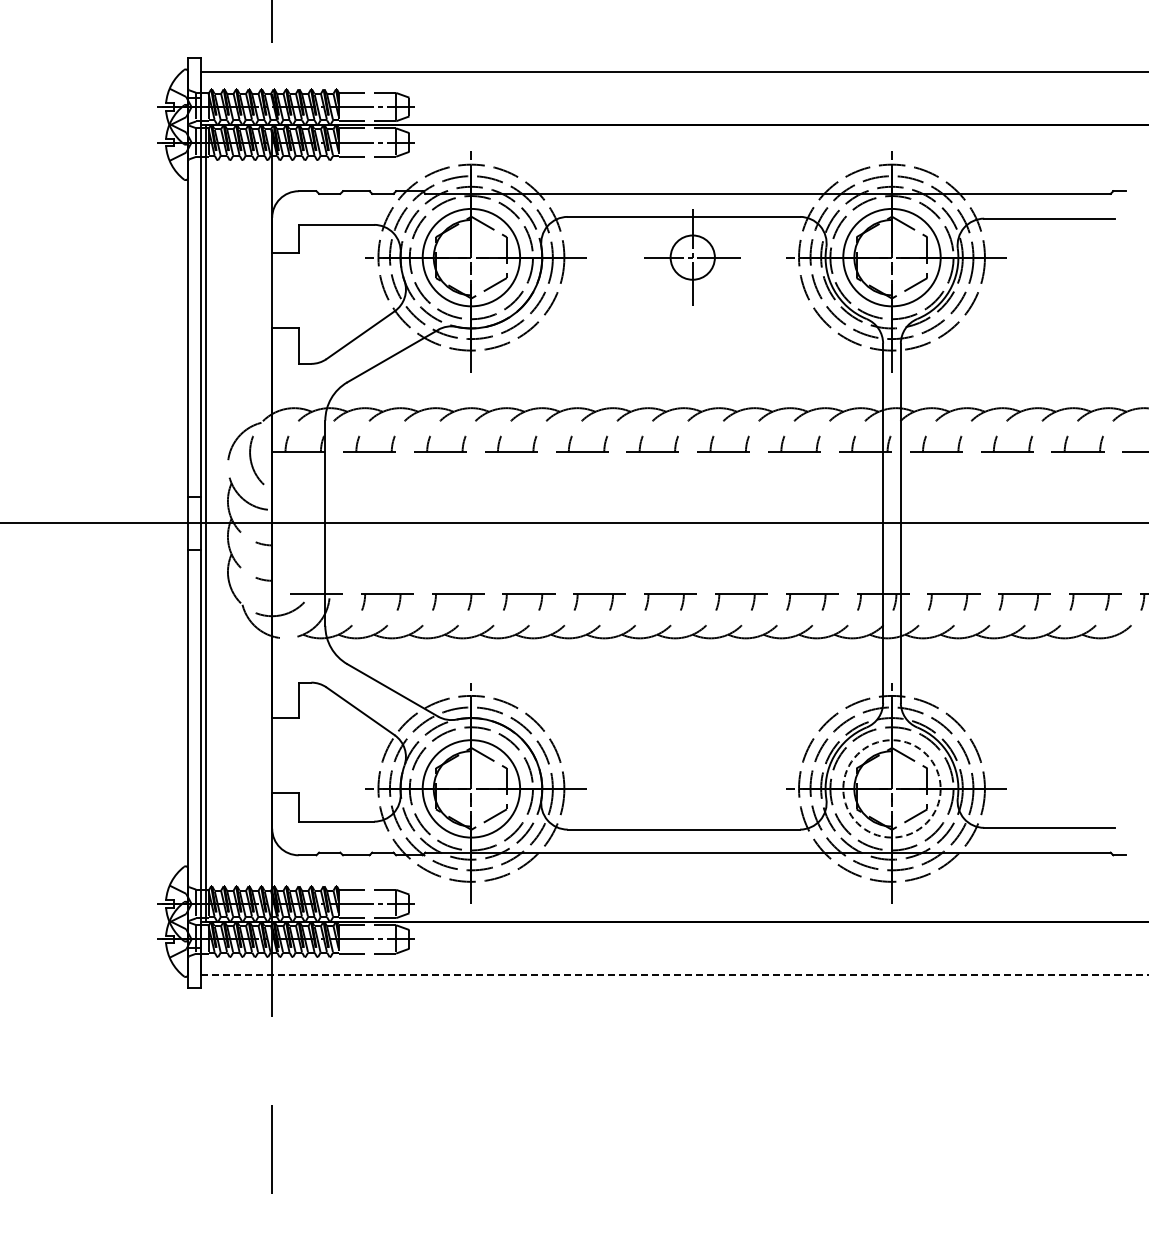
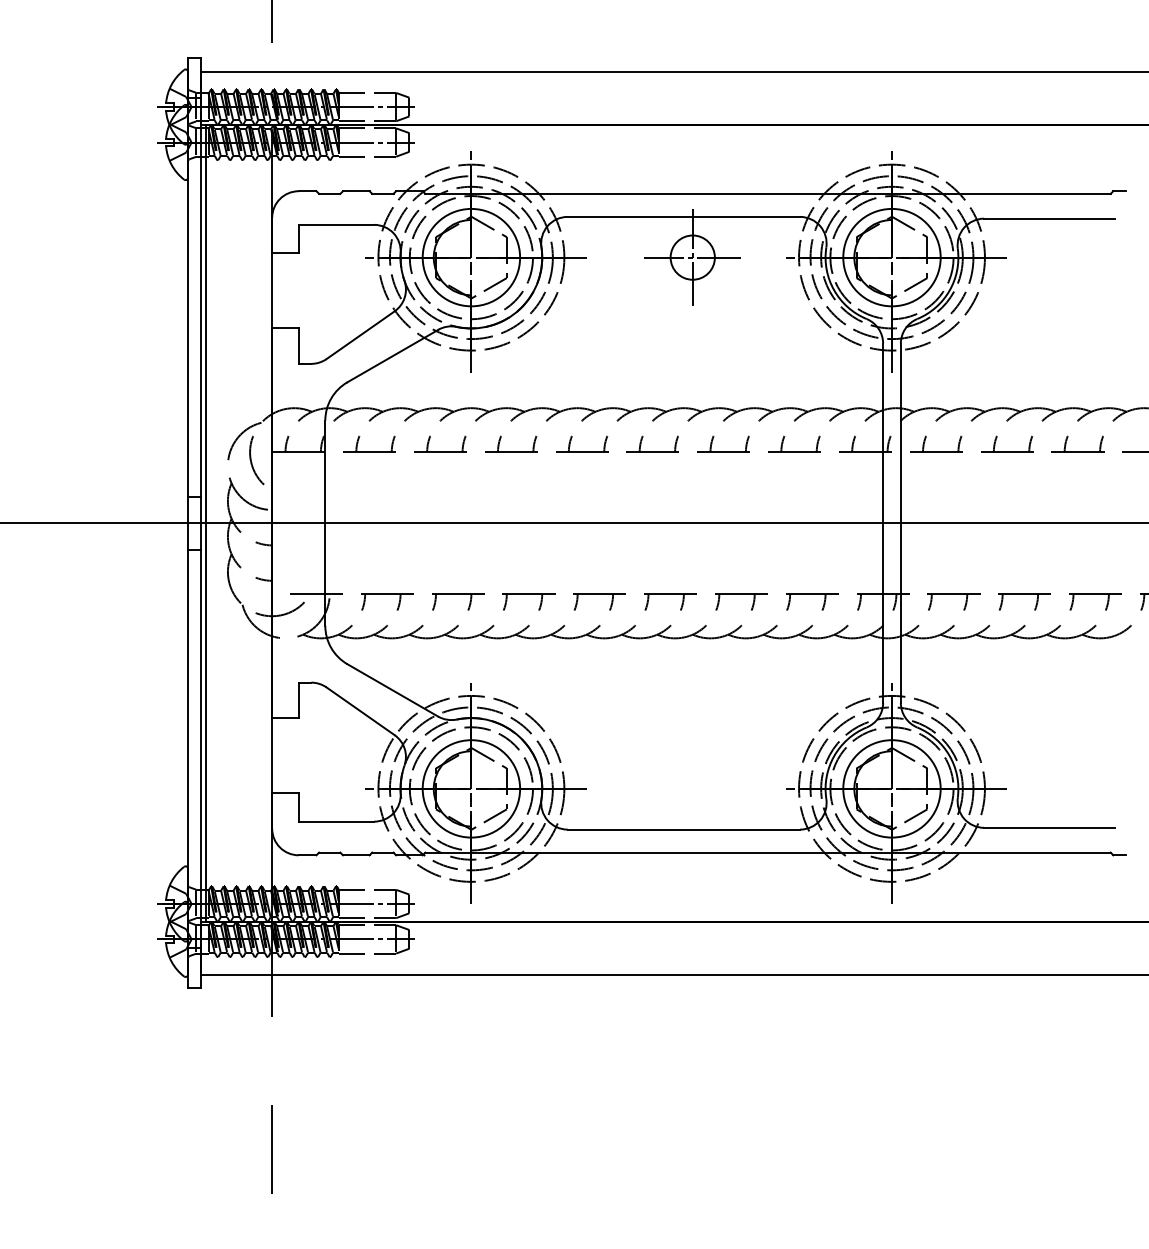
circle at (891, 788): dashed -> solid
line at (675, 974): dashed -> solid
